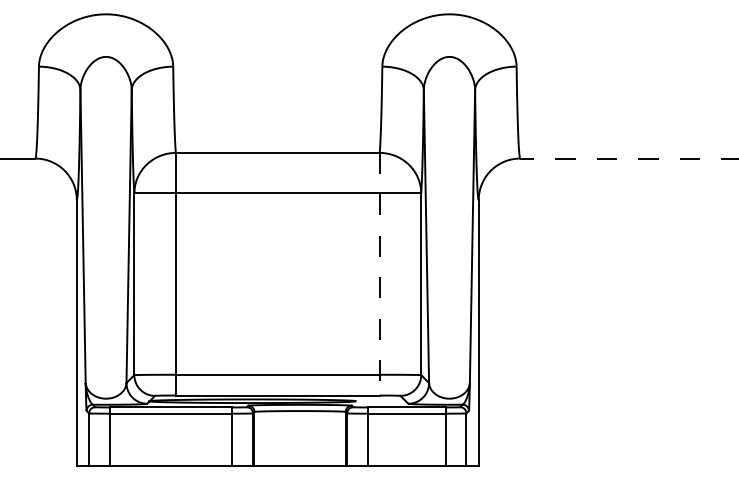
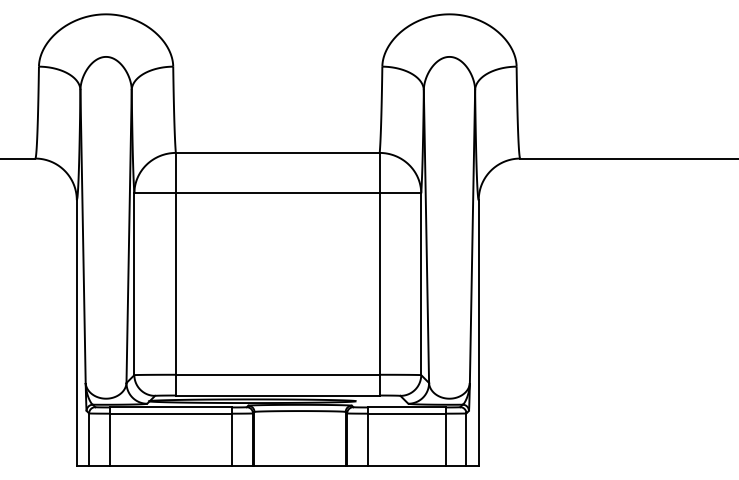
line at (629, 158): dashed -> solid
line at (379, 274): dashed -> solid
